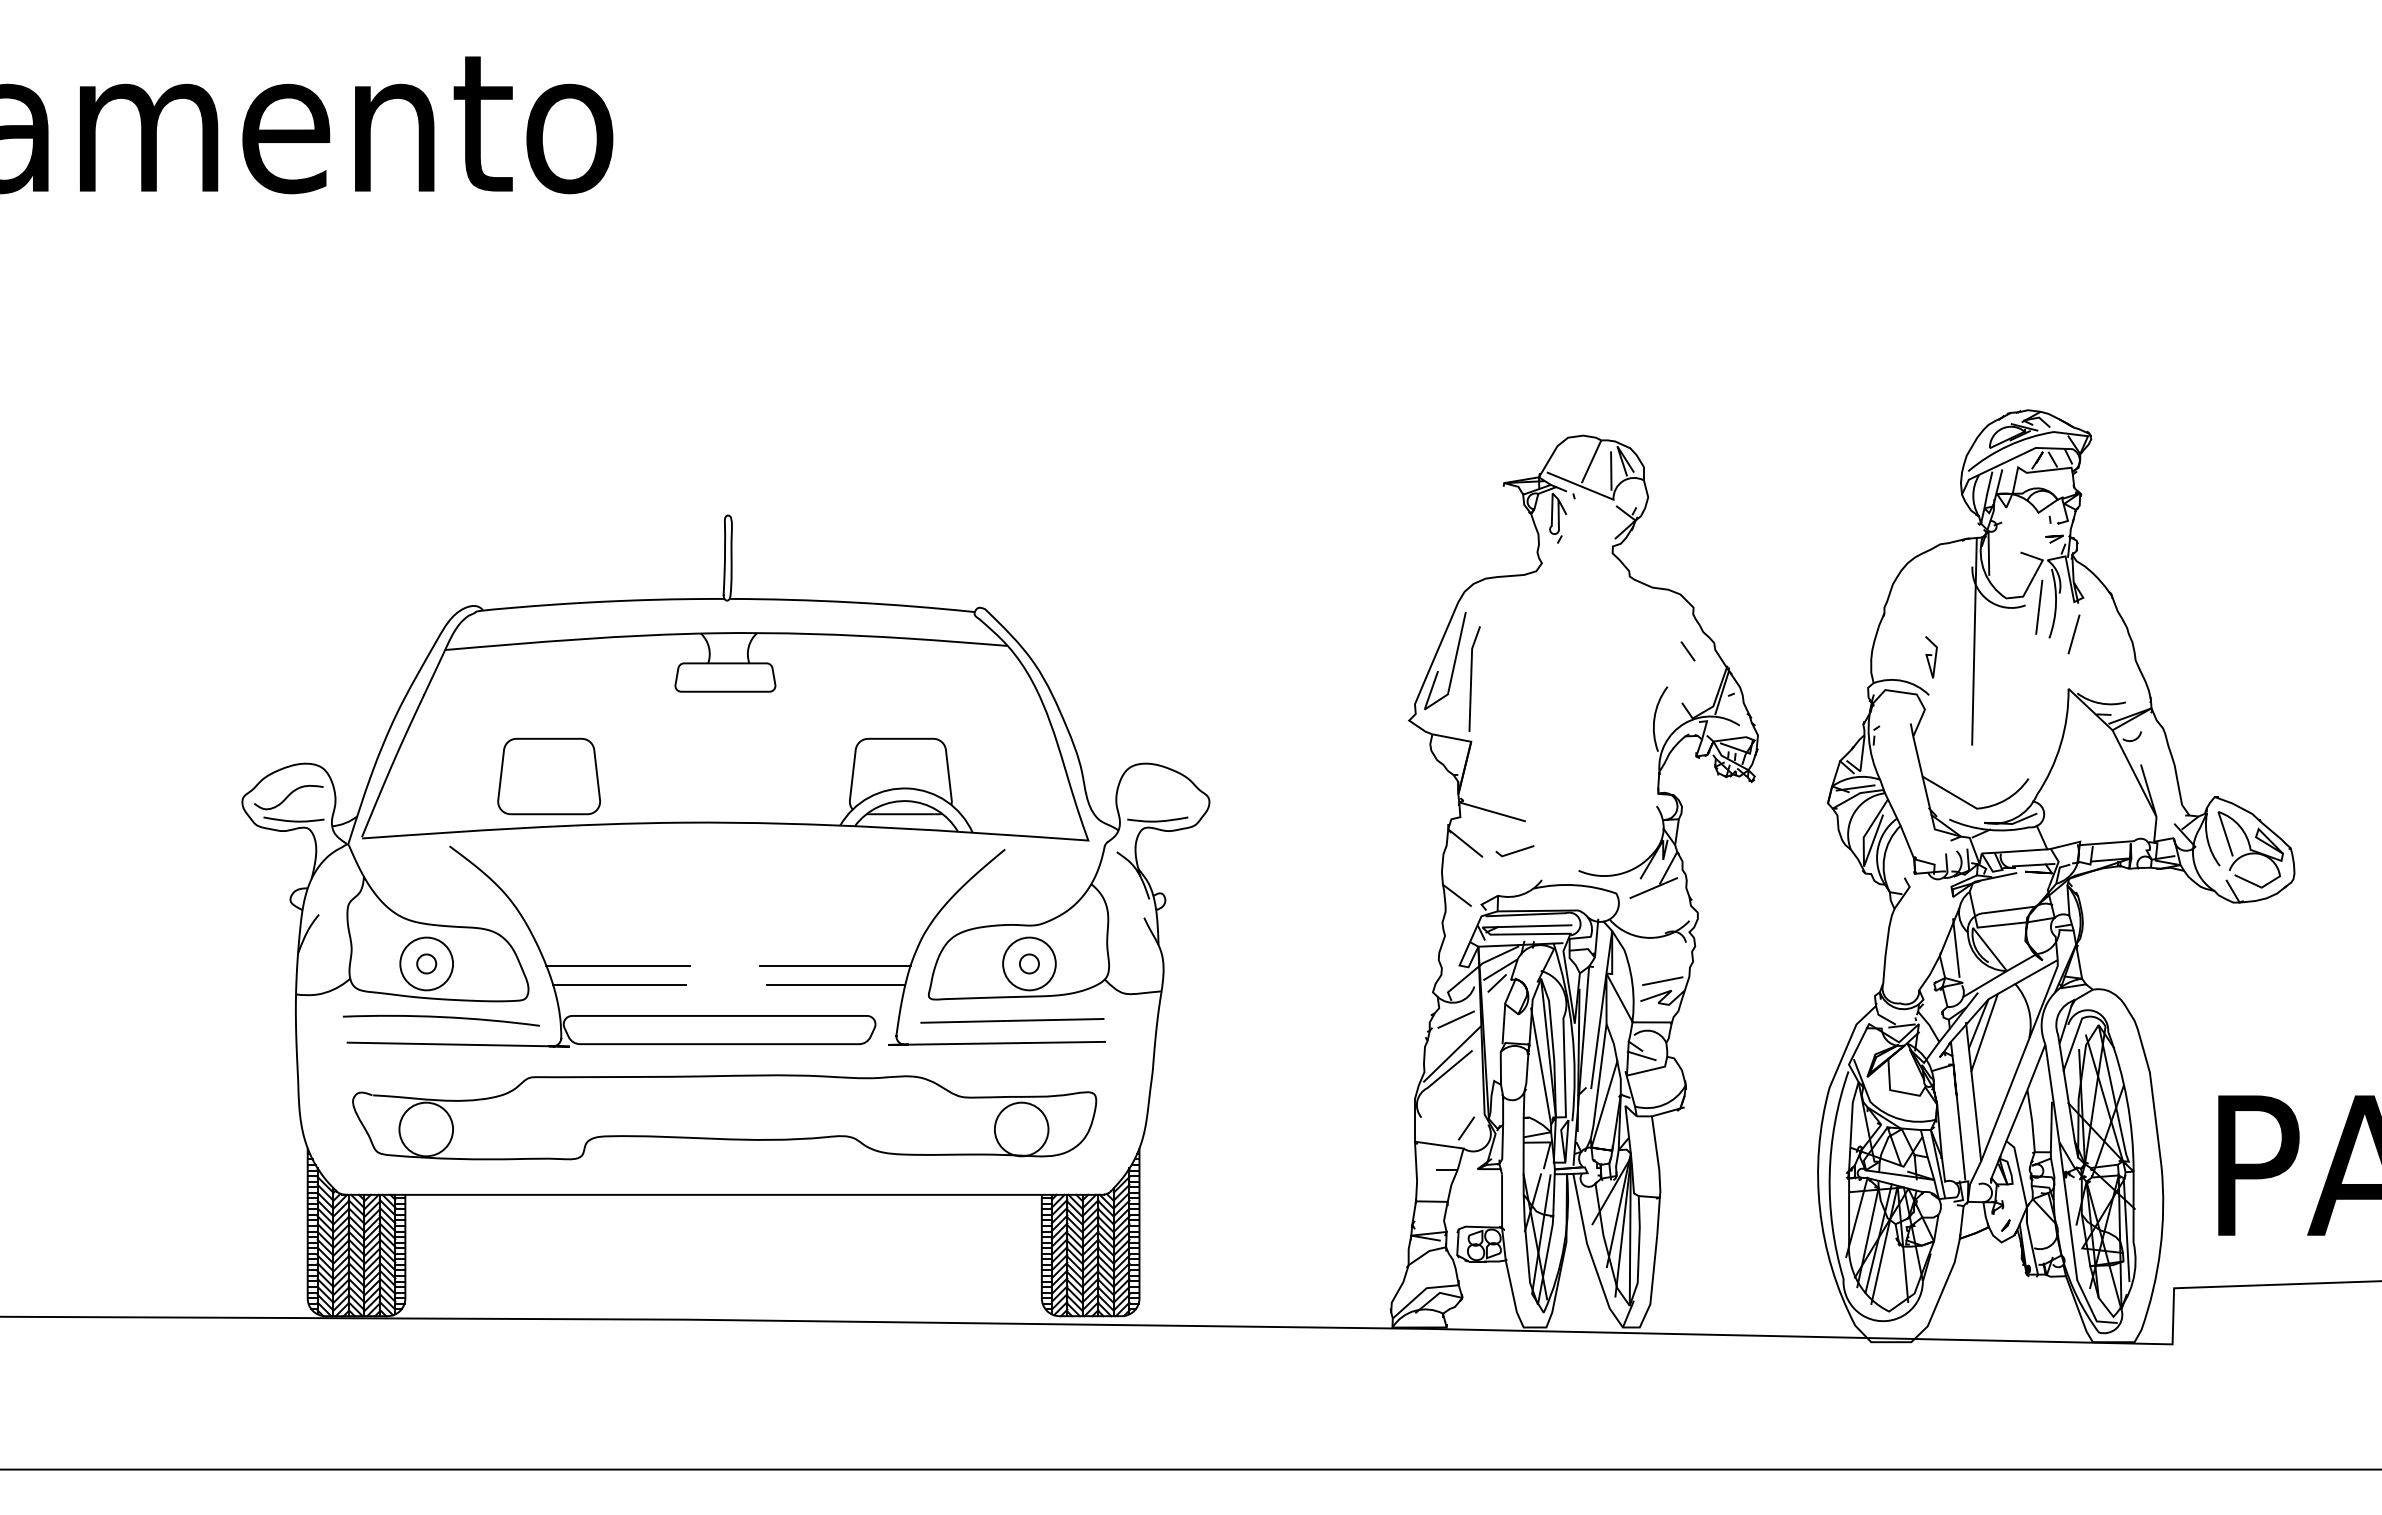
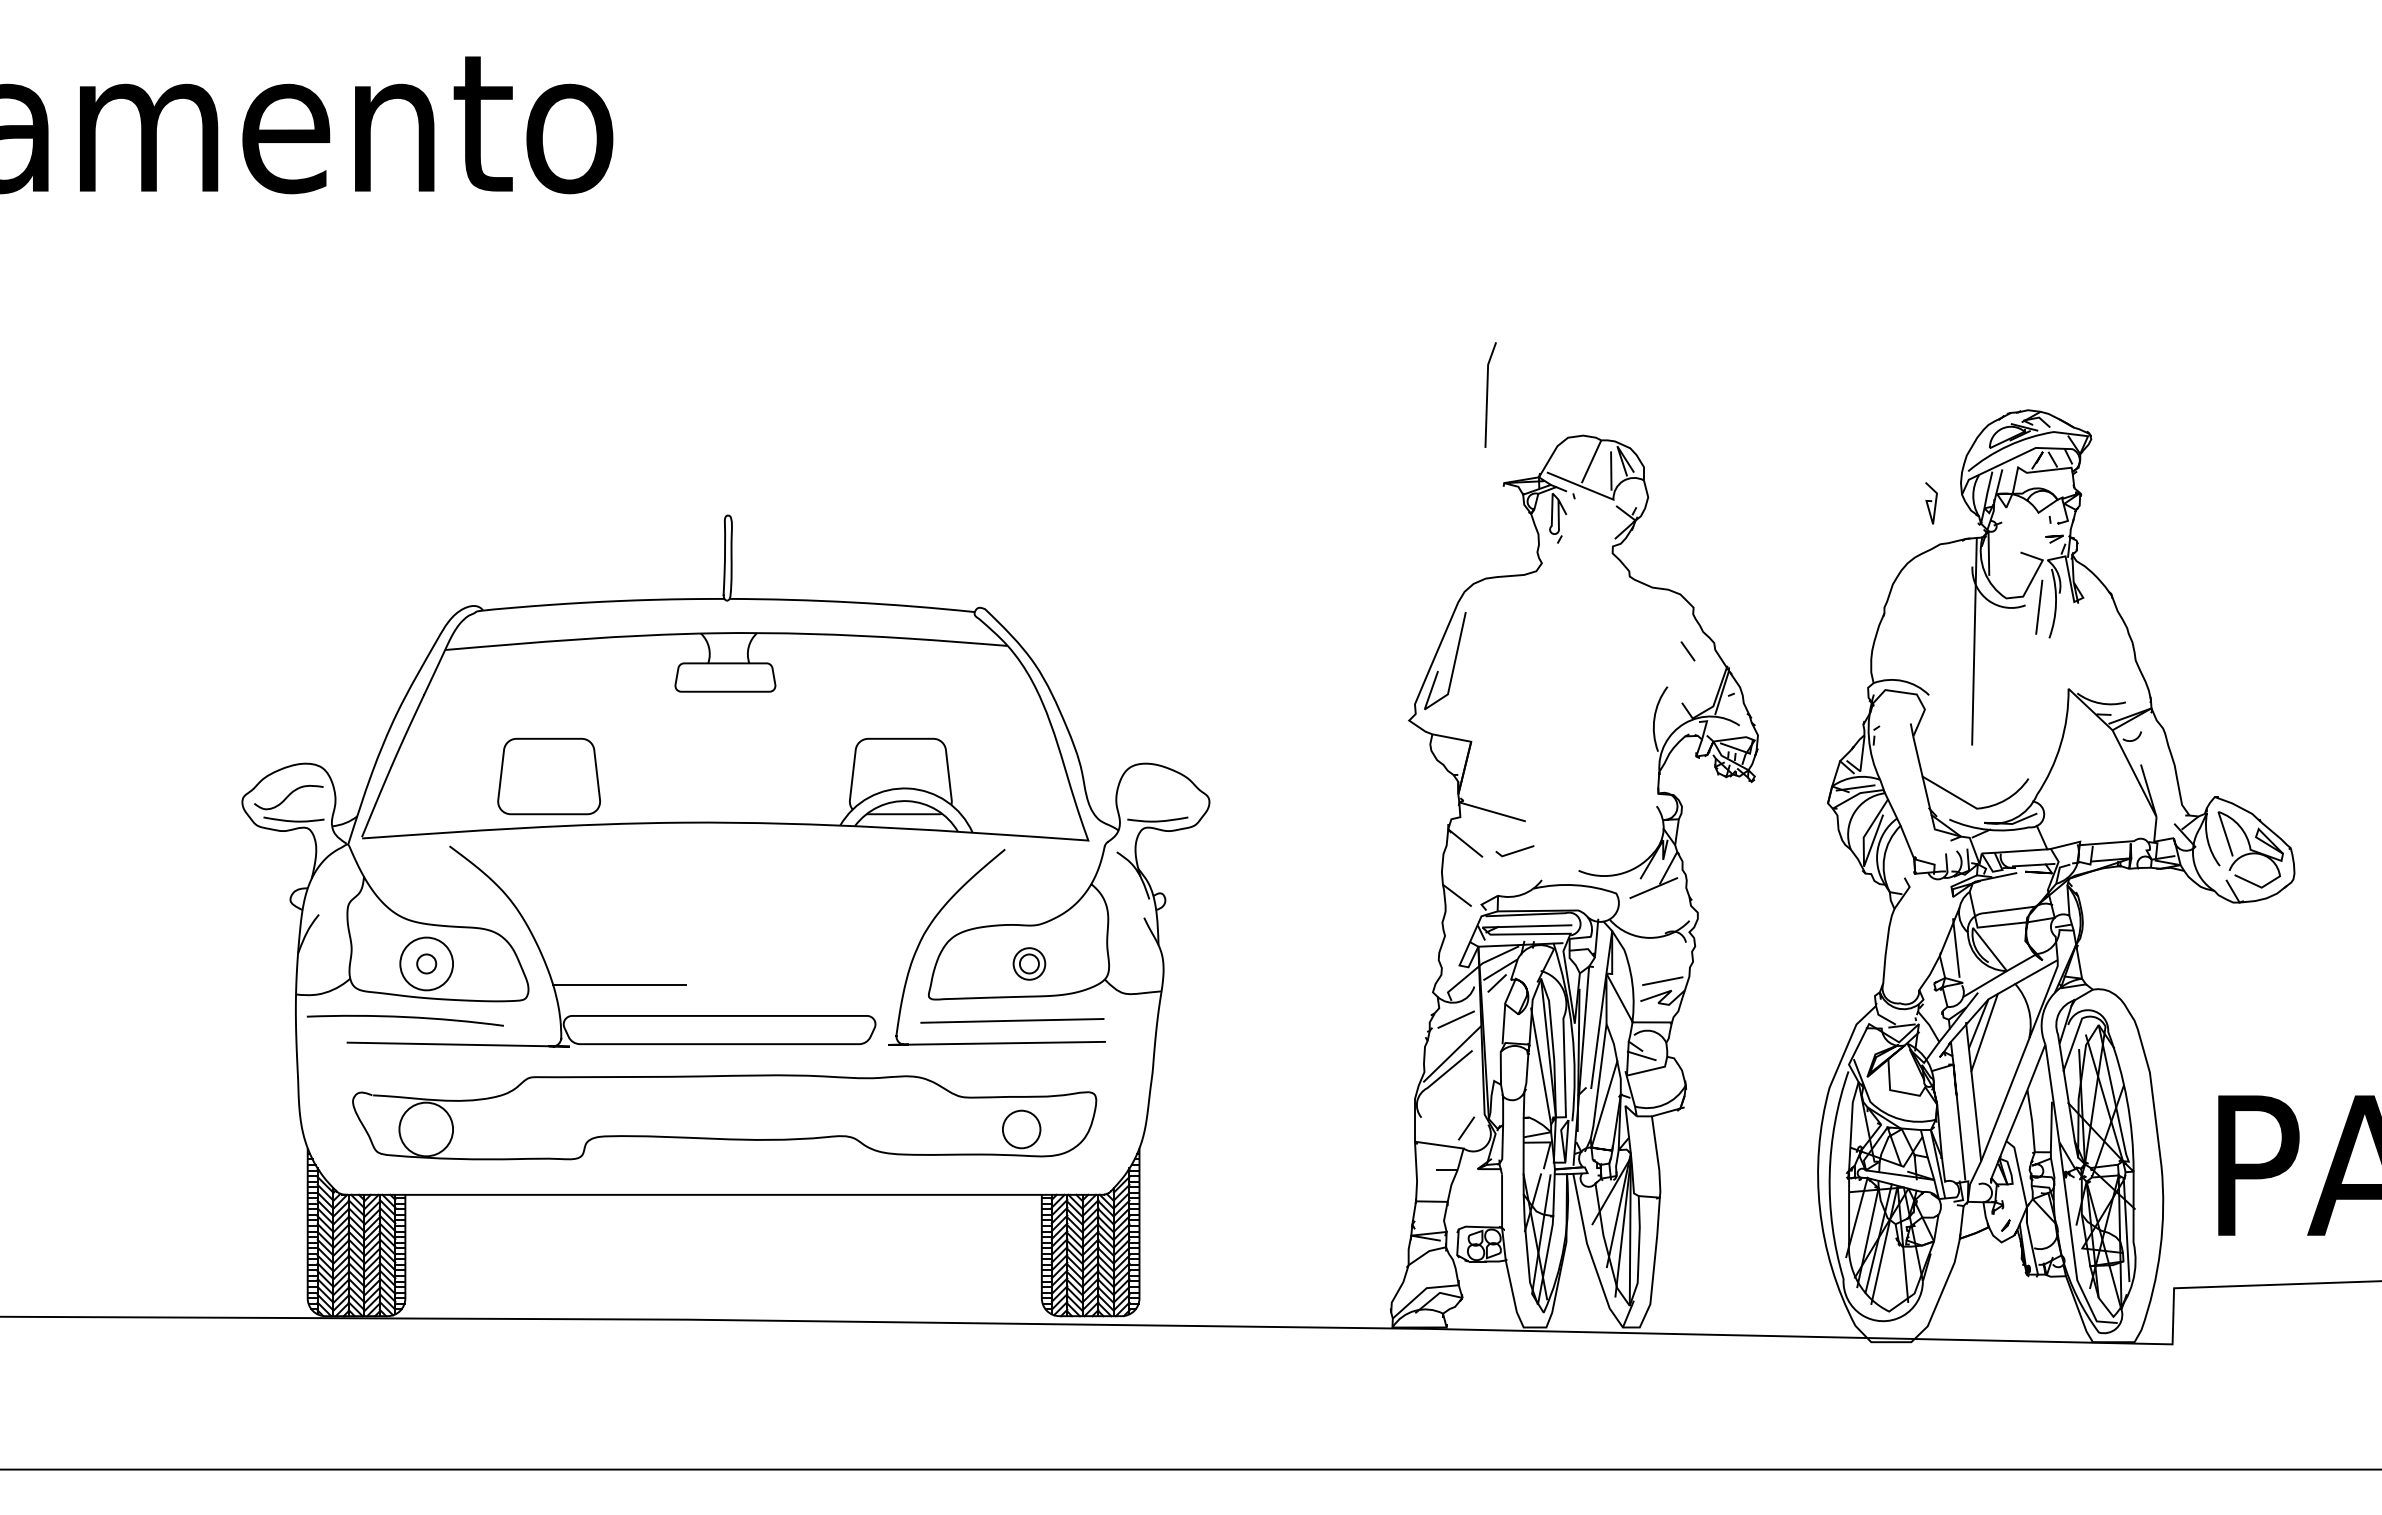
line at (2073, 634): present -> none
line at (1931, 655) position: (1931, 655) -> (1931, 501)
line at (1472, 678) position: (1472, 678) -> (1488, 394)
circle at (1029, 963) diameter: 53 px -> 32 px
line at (618, 965): present -> none
line at (835, 965): present -> none
line at (835, 985): present -> none
arc at (440, 1017) position: (440, 1017) -> (404, 1017)
circle at (1021, 1129) diameter: 54 px -> 38 px
